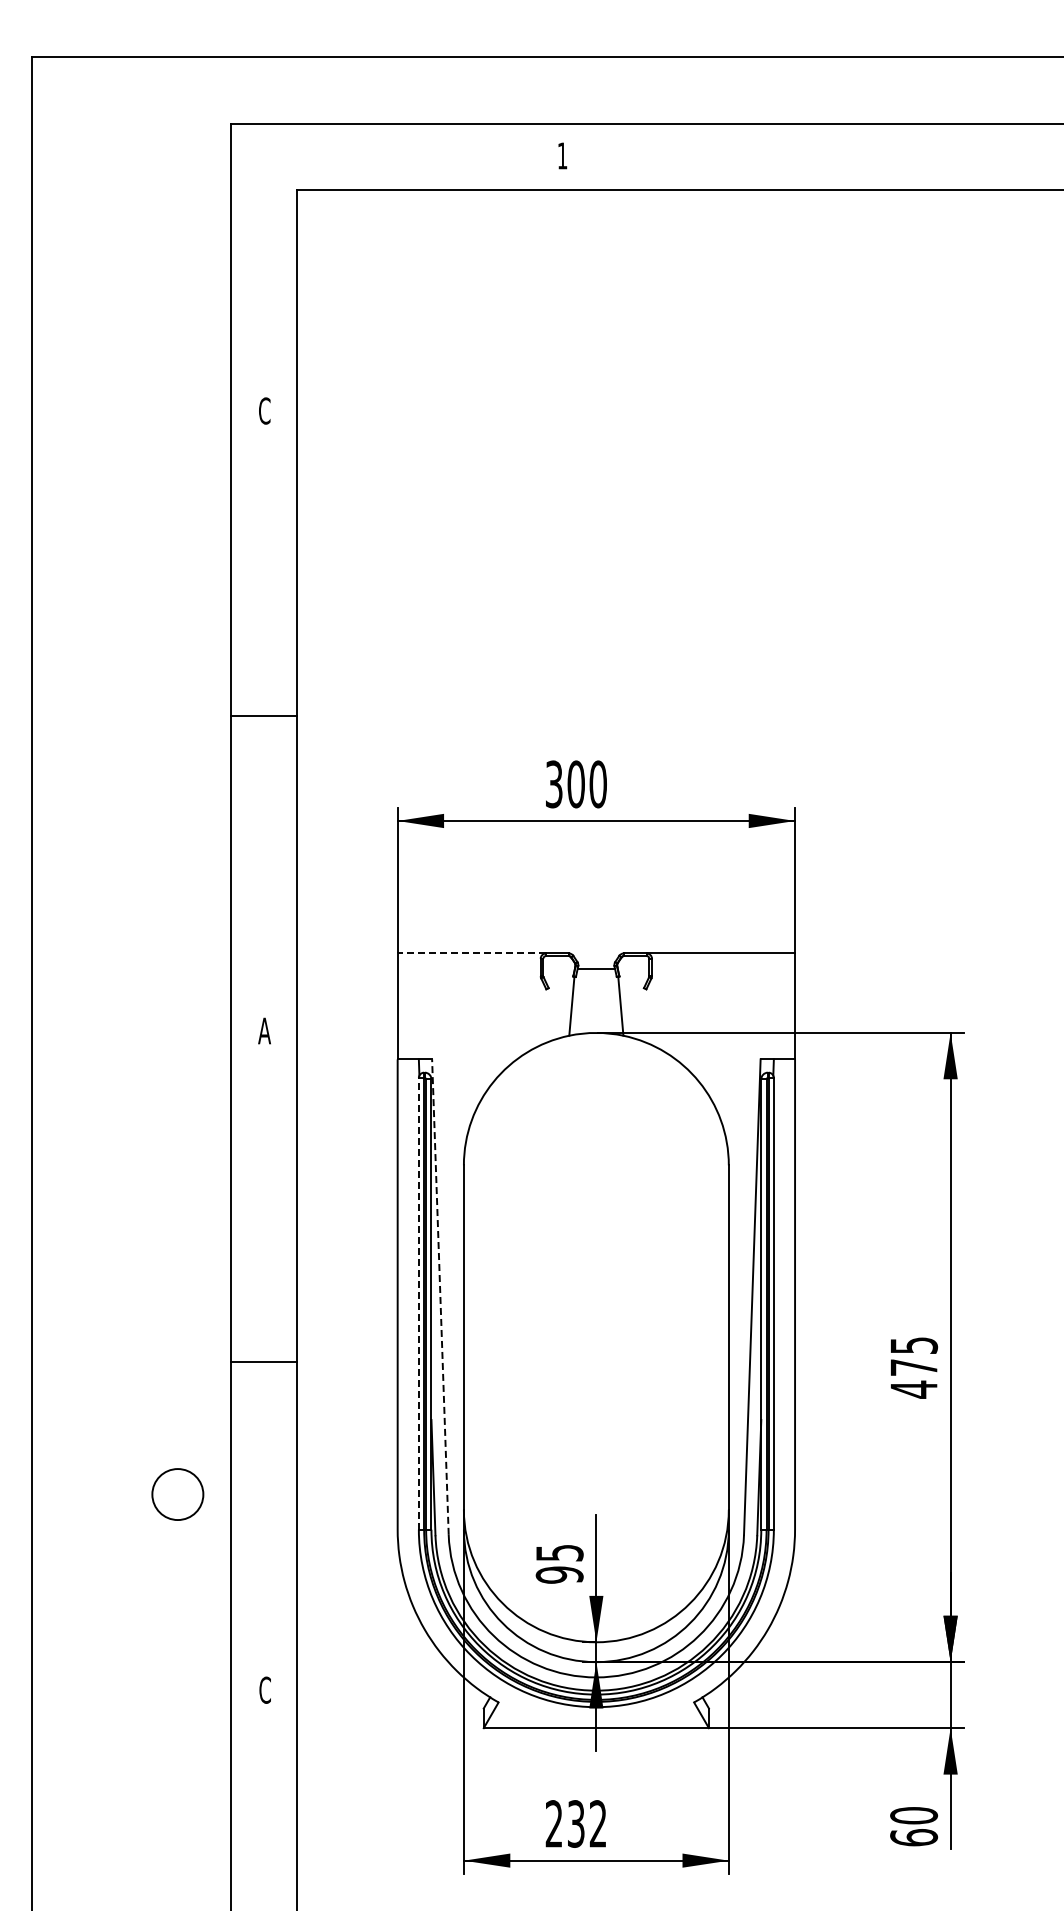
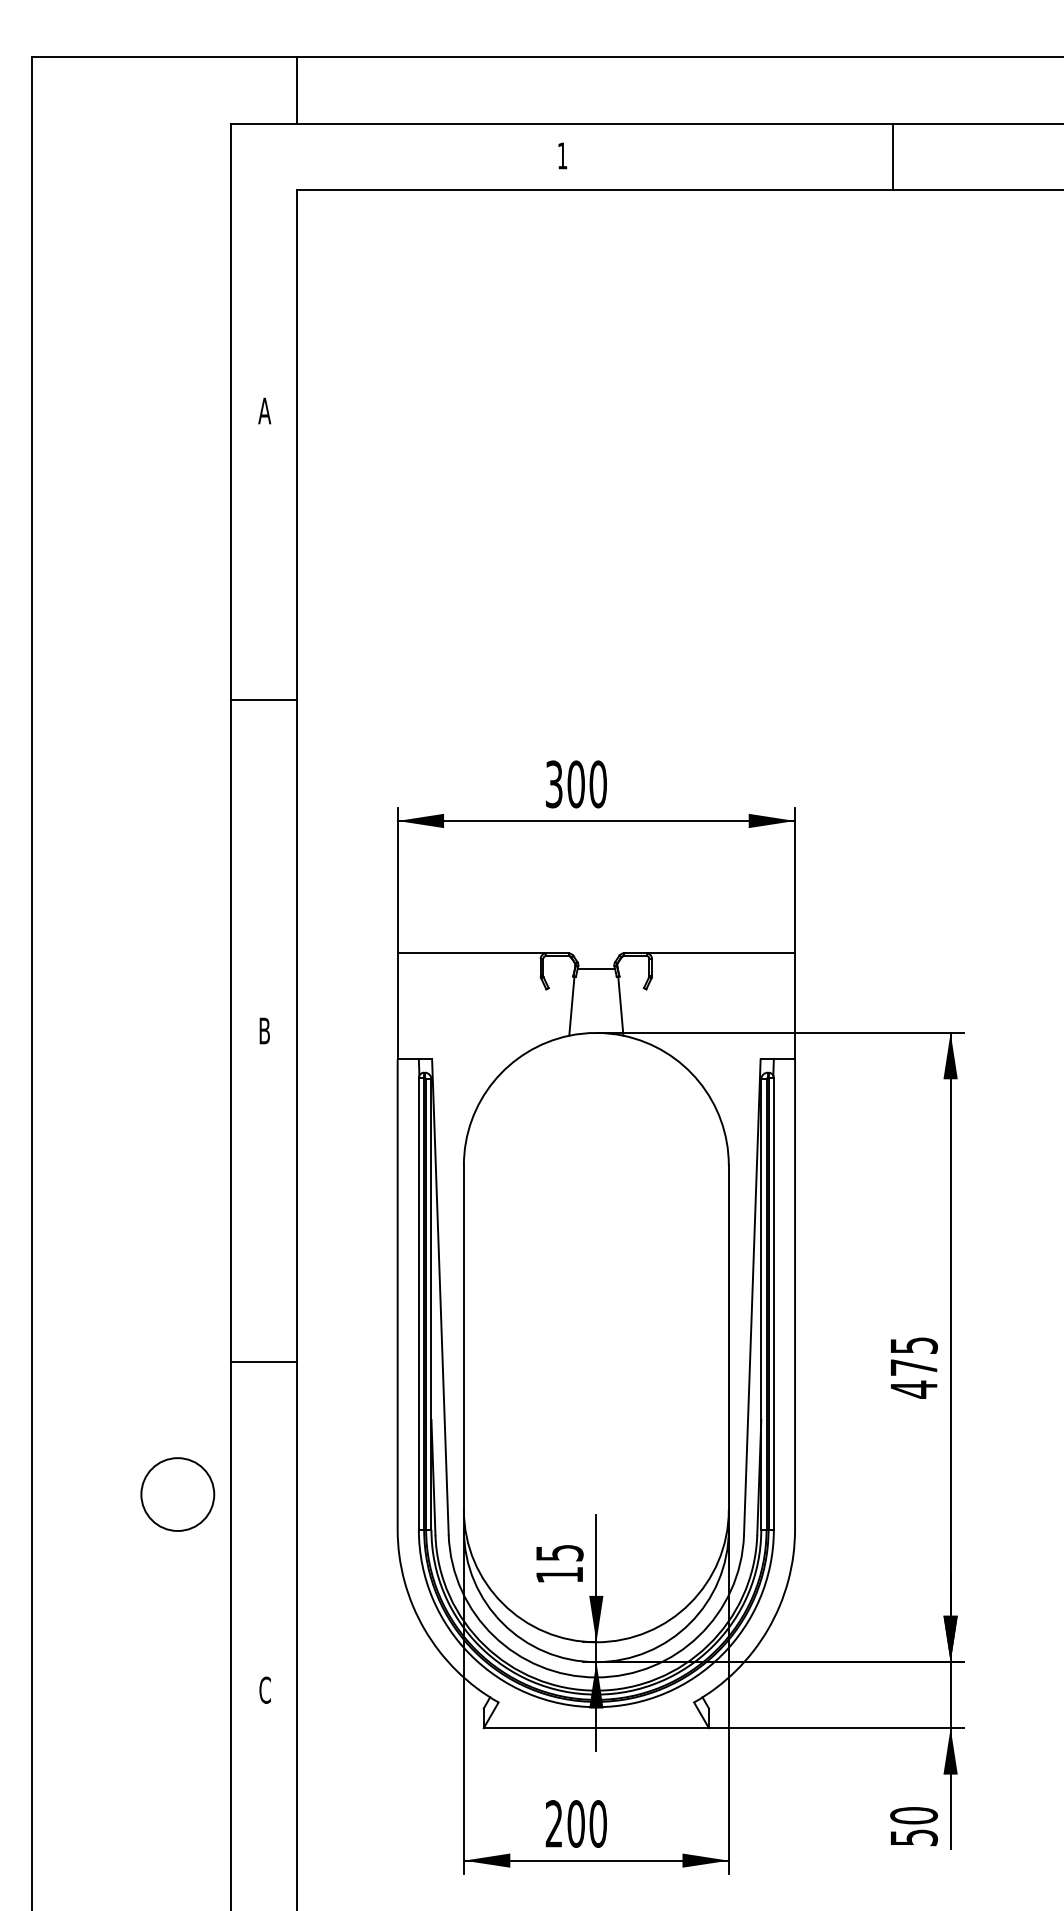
line at (297, 90): none -> present
line at (893, 156): none -> present
text at (264, 410): C -> A
line at (263, 715) position: (263, 715) -> (263, 699)
line at (471, 953): dashed -> solid
text at (264, 1030): A -> B
line at (440, 1297): dashed -> solid
line at (418, 1303): dashed -> solid
circle at (177, 1494) size: 54x53 px -> 76x75 px
text at (559, 1574): 95 -> 15
text at (586, 1823): 232 -> 200
text at (914, 1837): 60 -> 50
